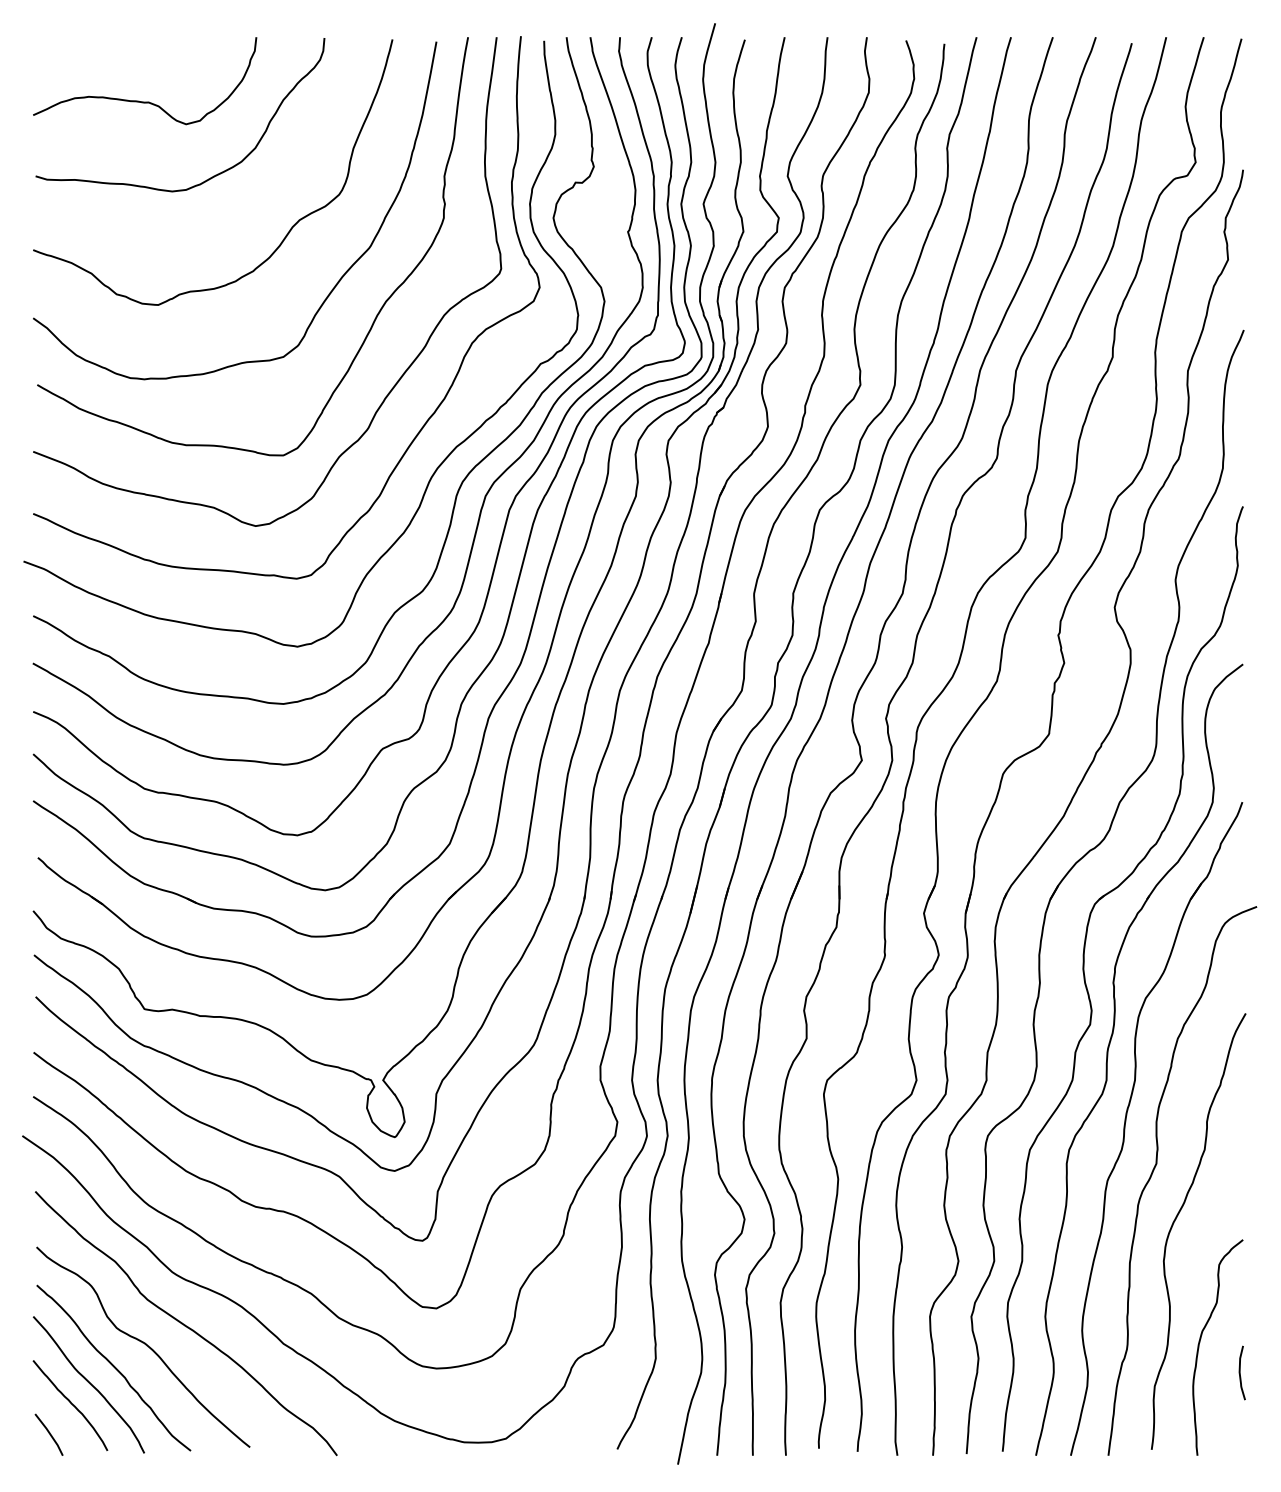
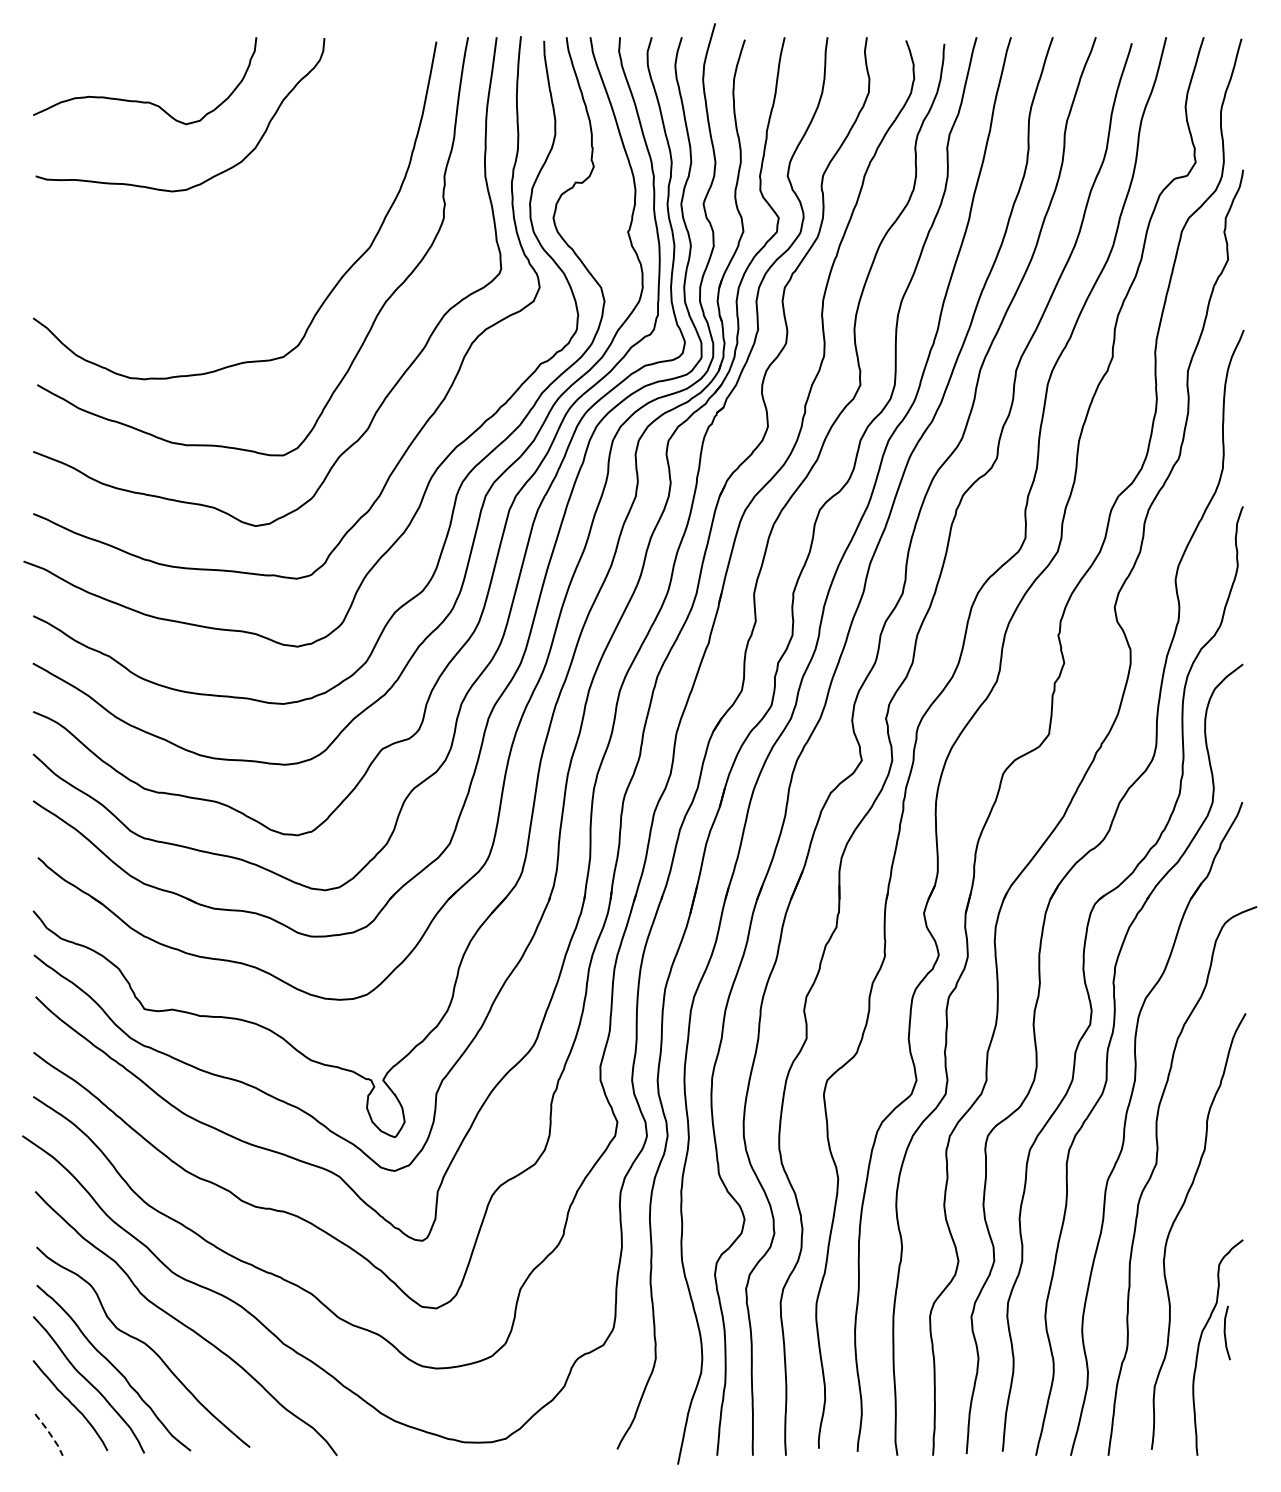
curve at (291, 226): present -> none
curve at (1240, 1372) position: (1240, 1372) -> (1225, 1332)
line at (50, 1434): solid -> dashed
